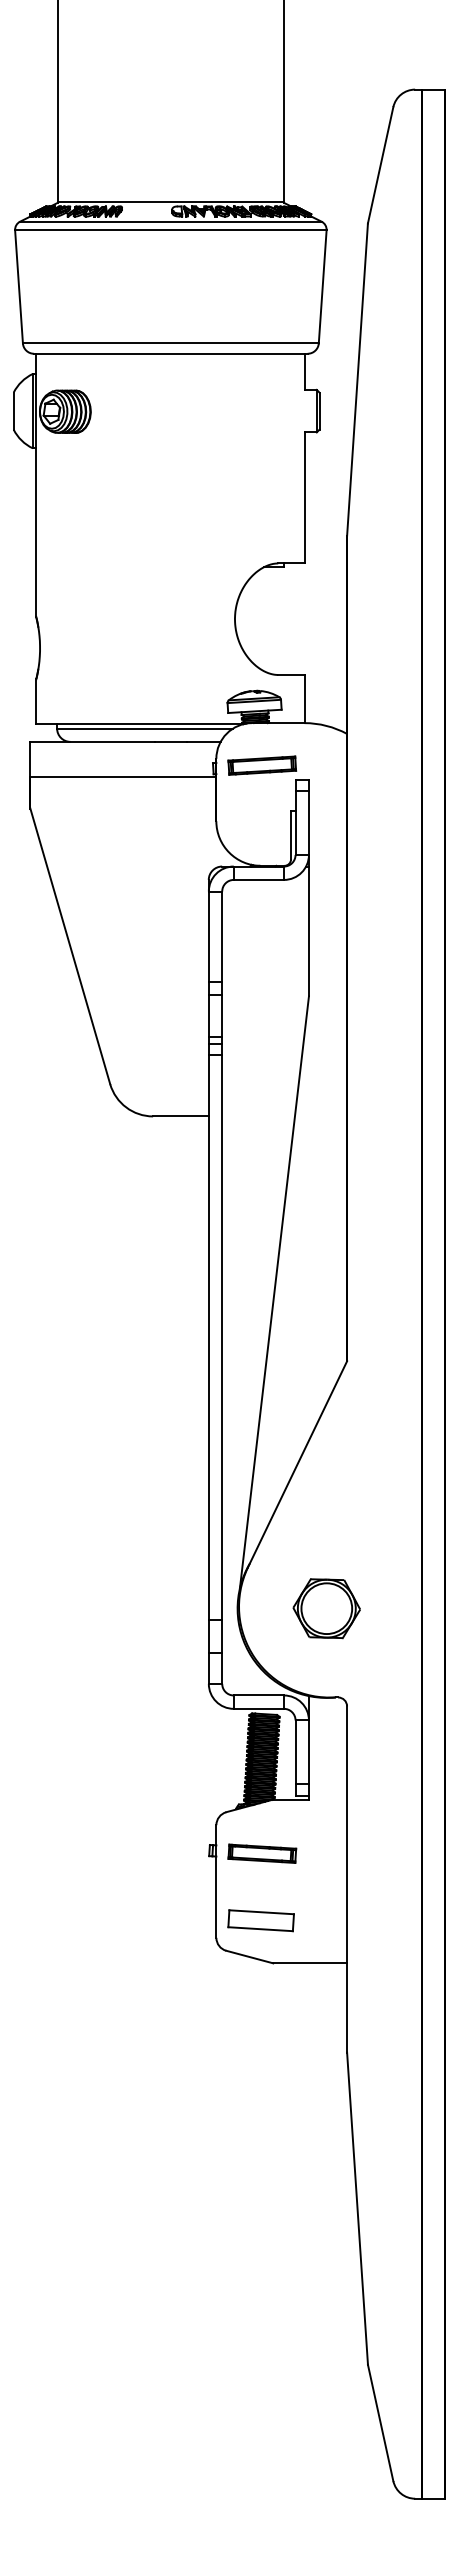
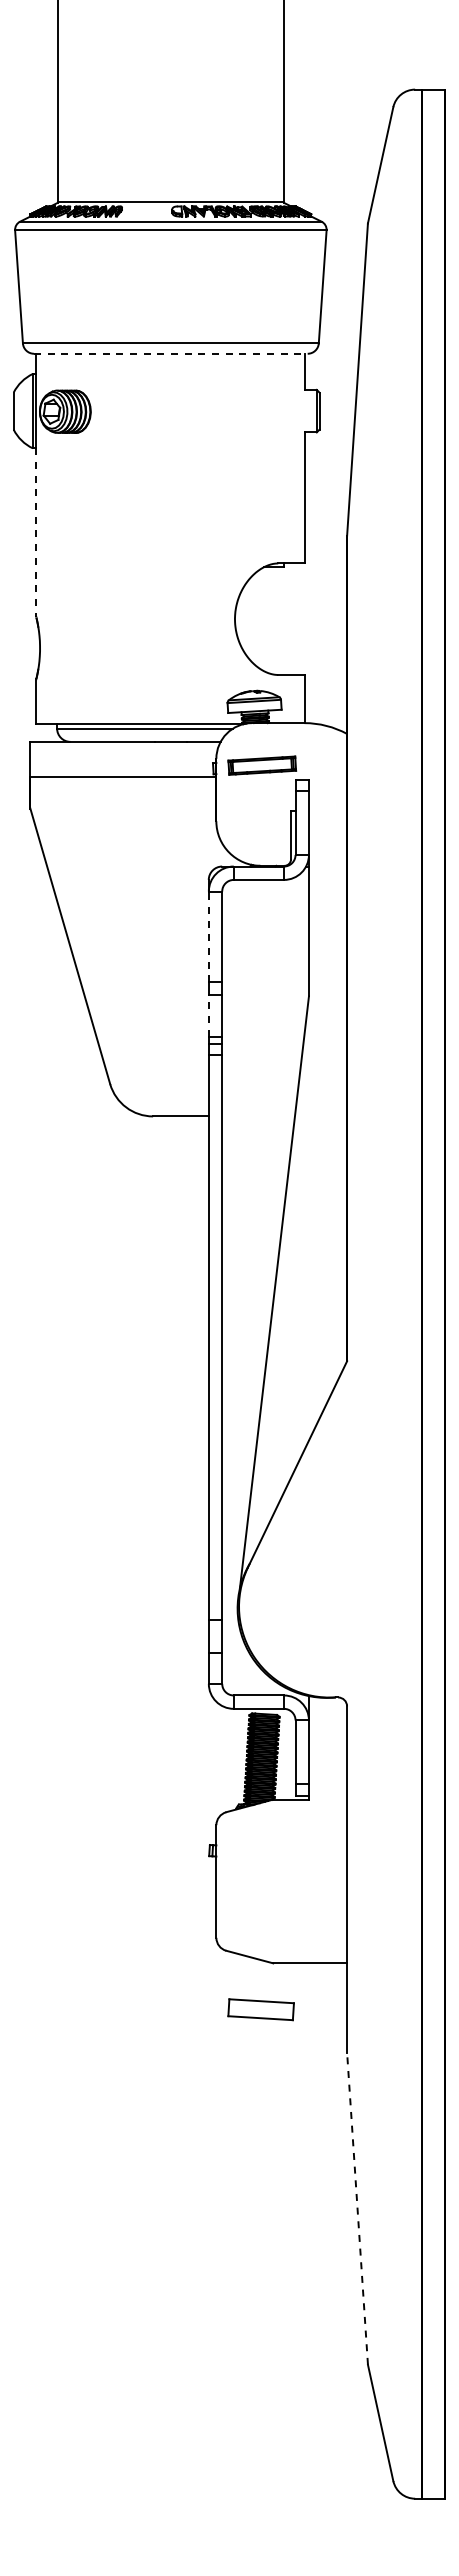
line at (170, 353): solid -> dashed
line at (36, 533): solid -> dashed
line at (208, 936): solid -> dashed
line at (208, 1016): solid -> dashed
part at (326, 1608): present -> none
part at (262, 1853): present -> none
part at (260, 1920) position: (260, 1920) -> (260, 2009)
line at (357, 2208): solid -> dashed
